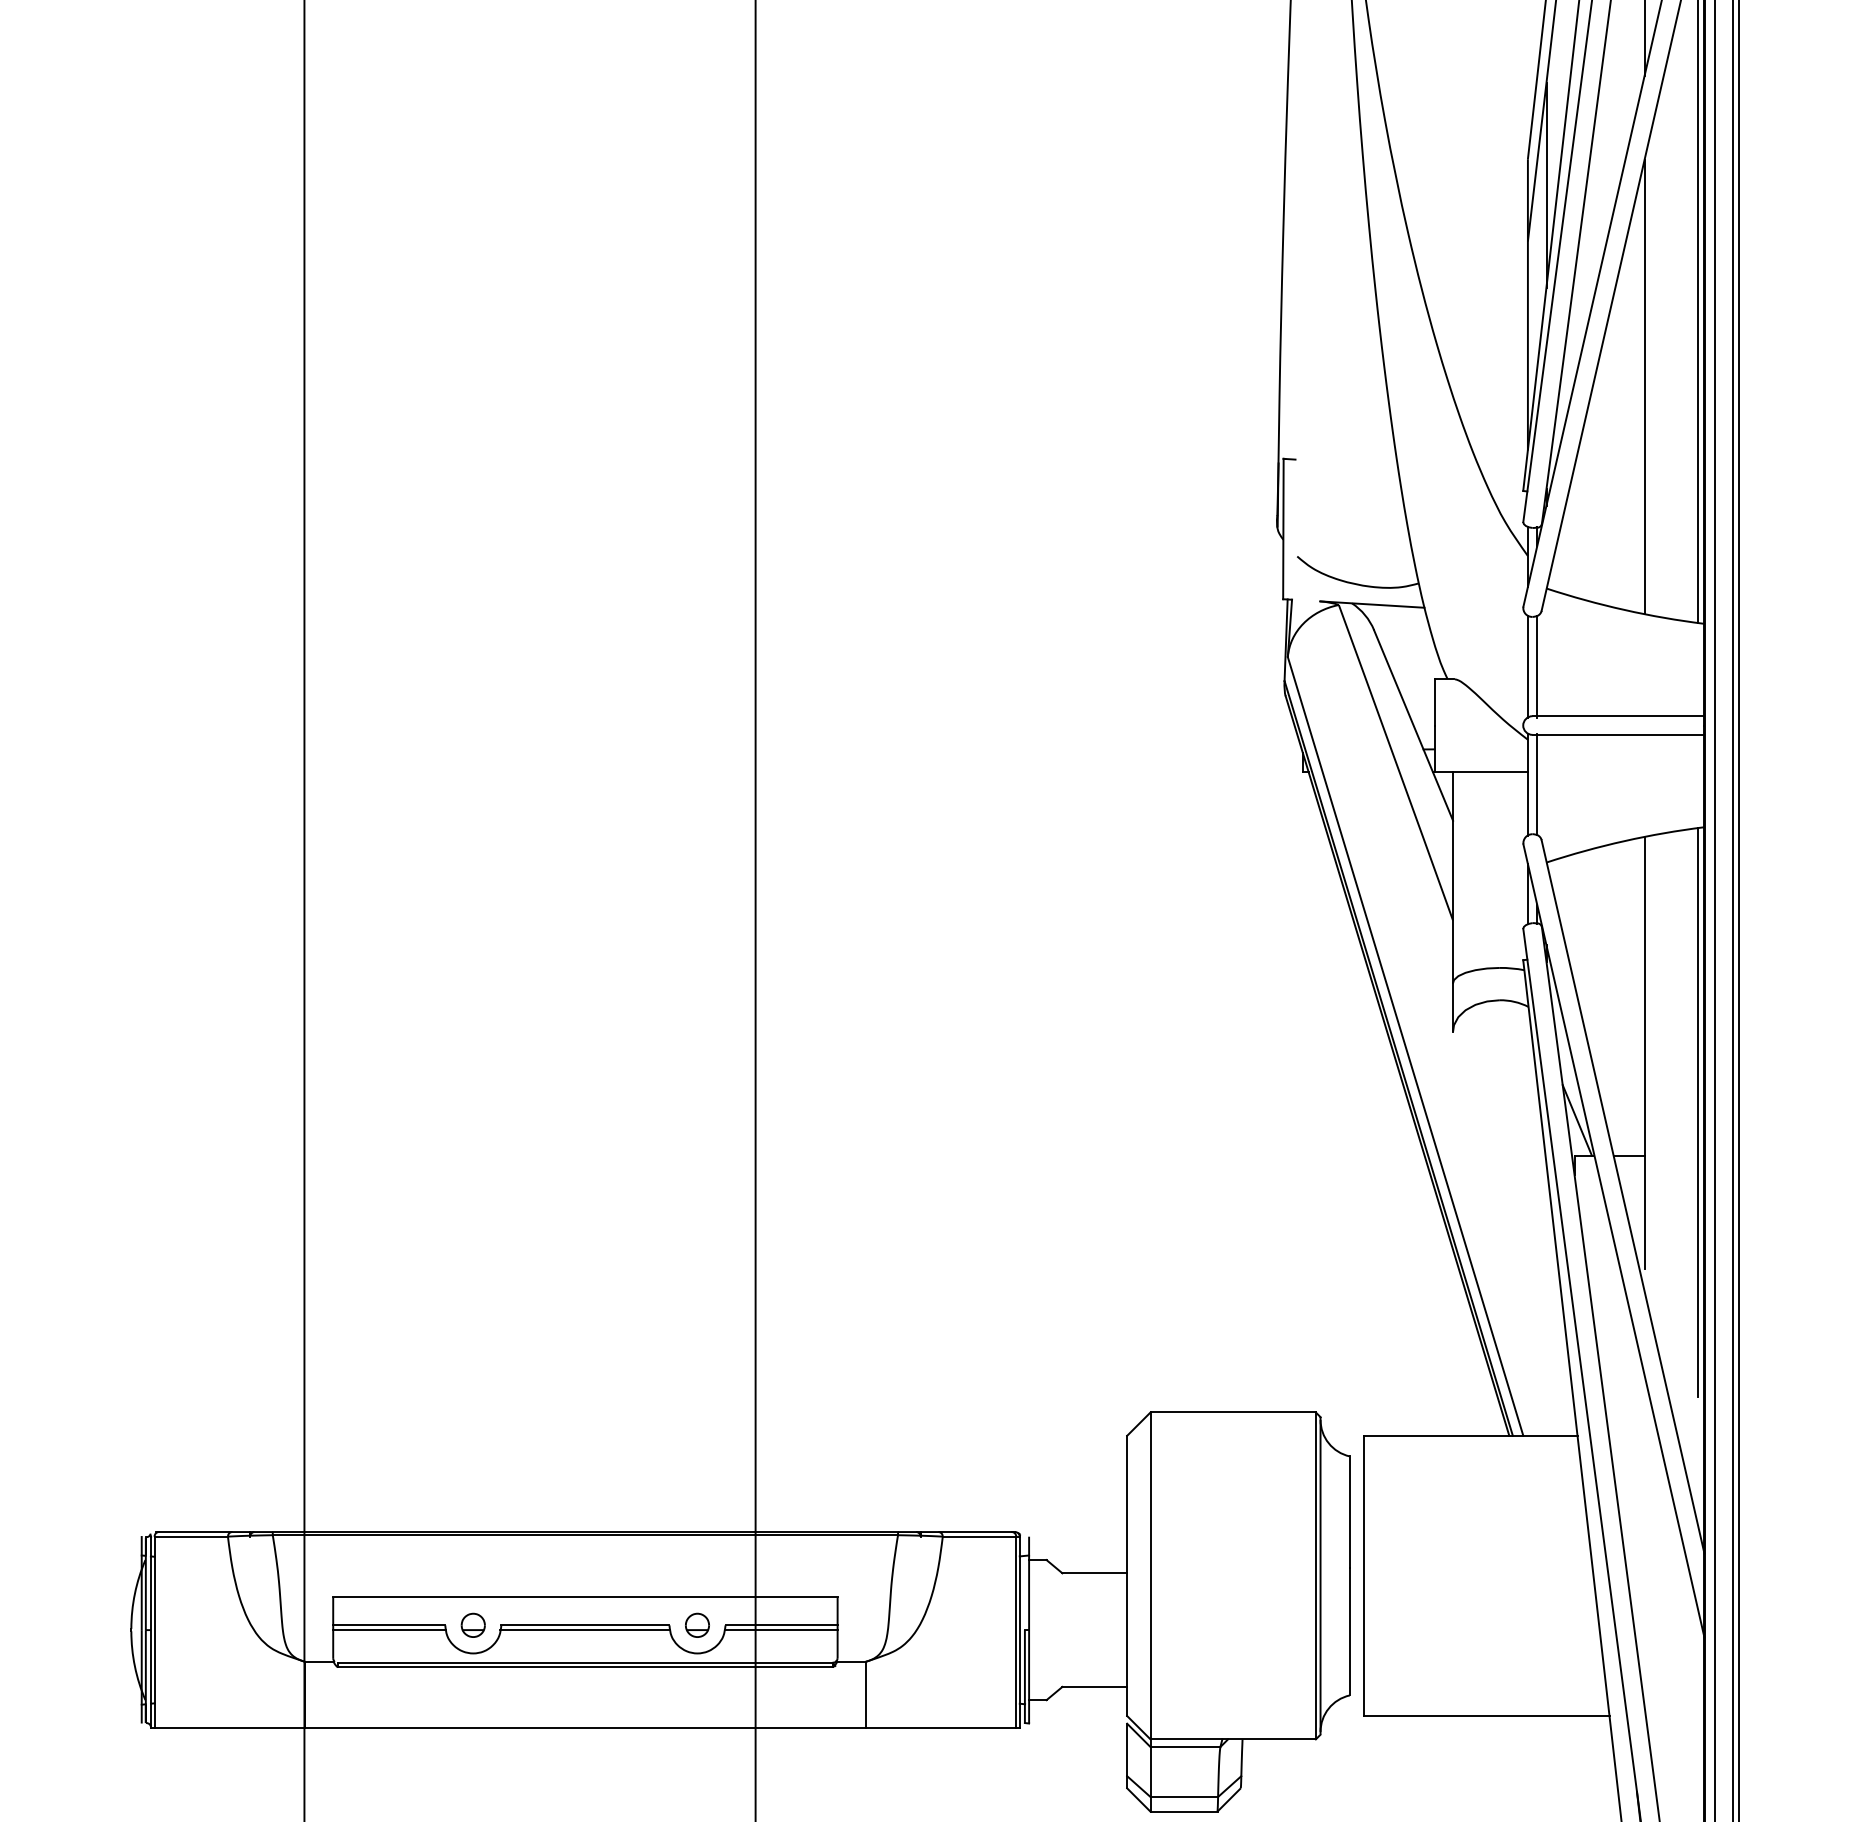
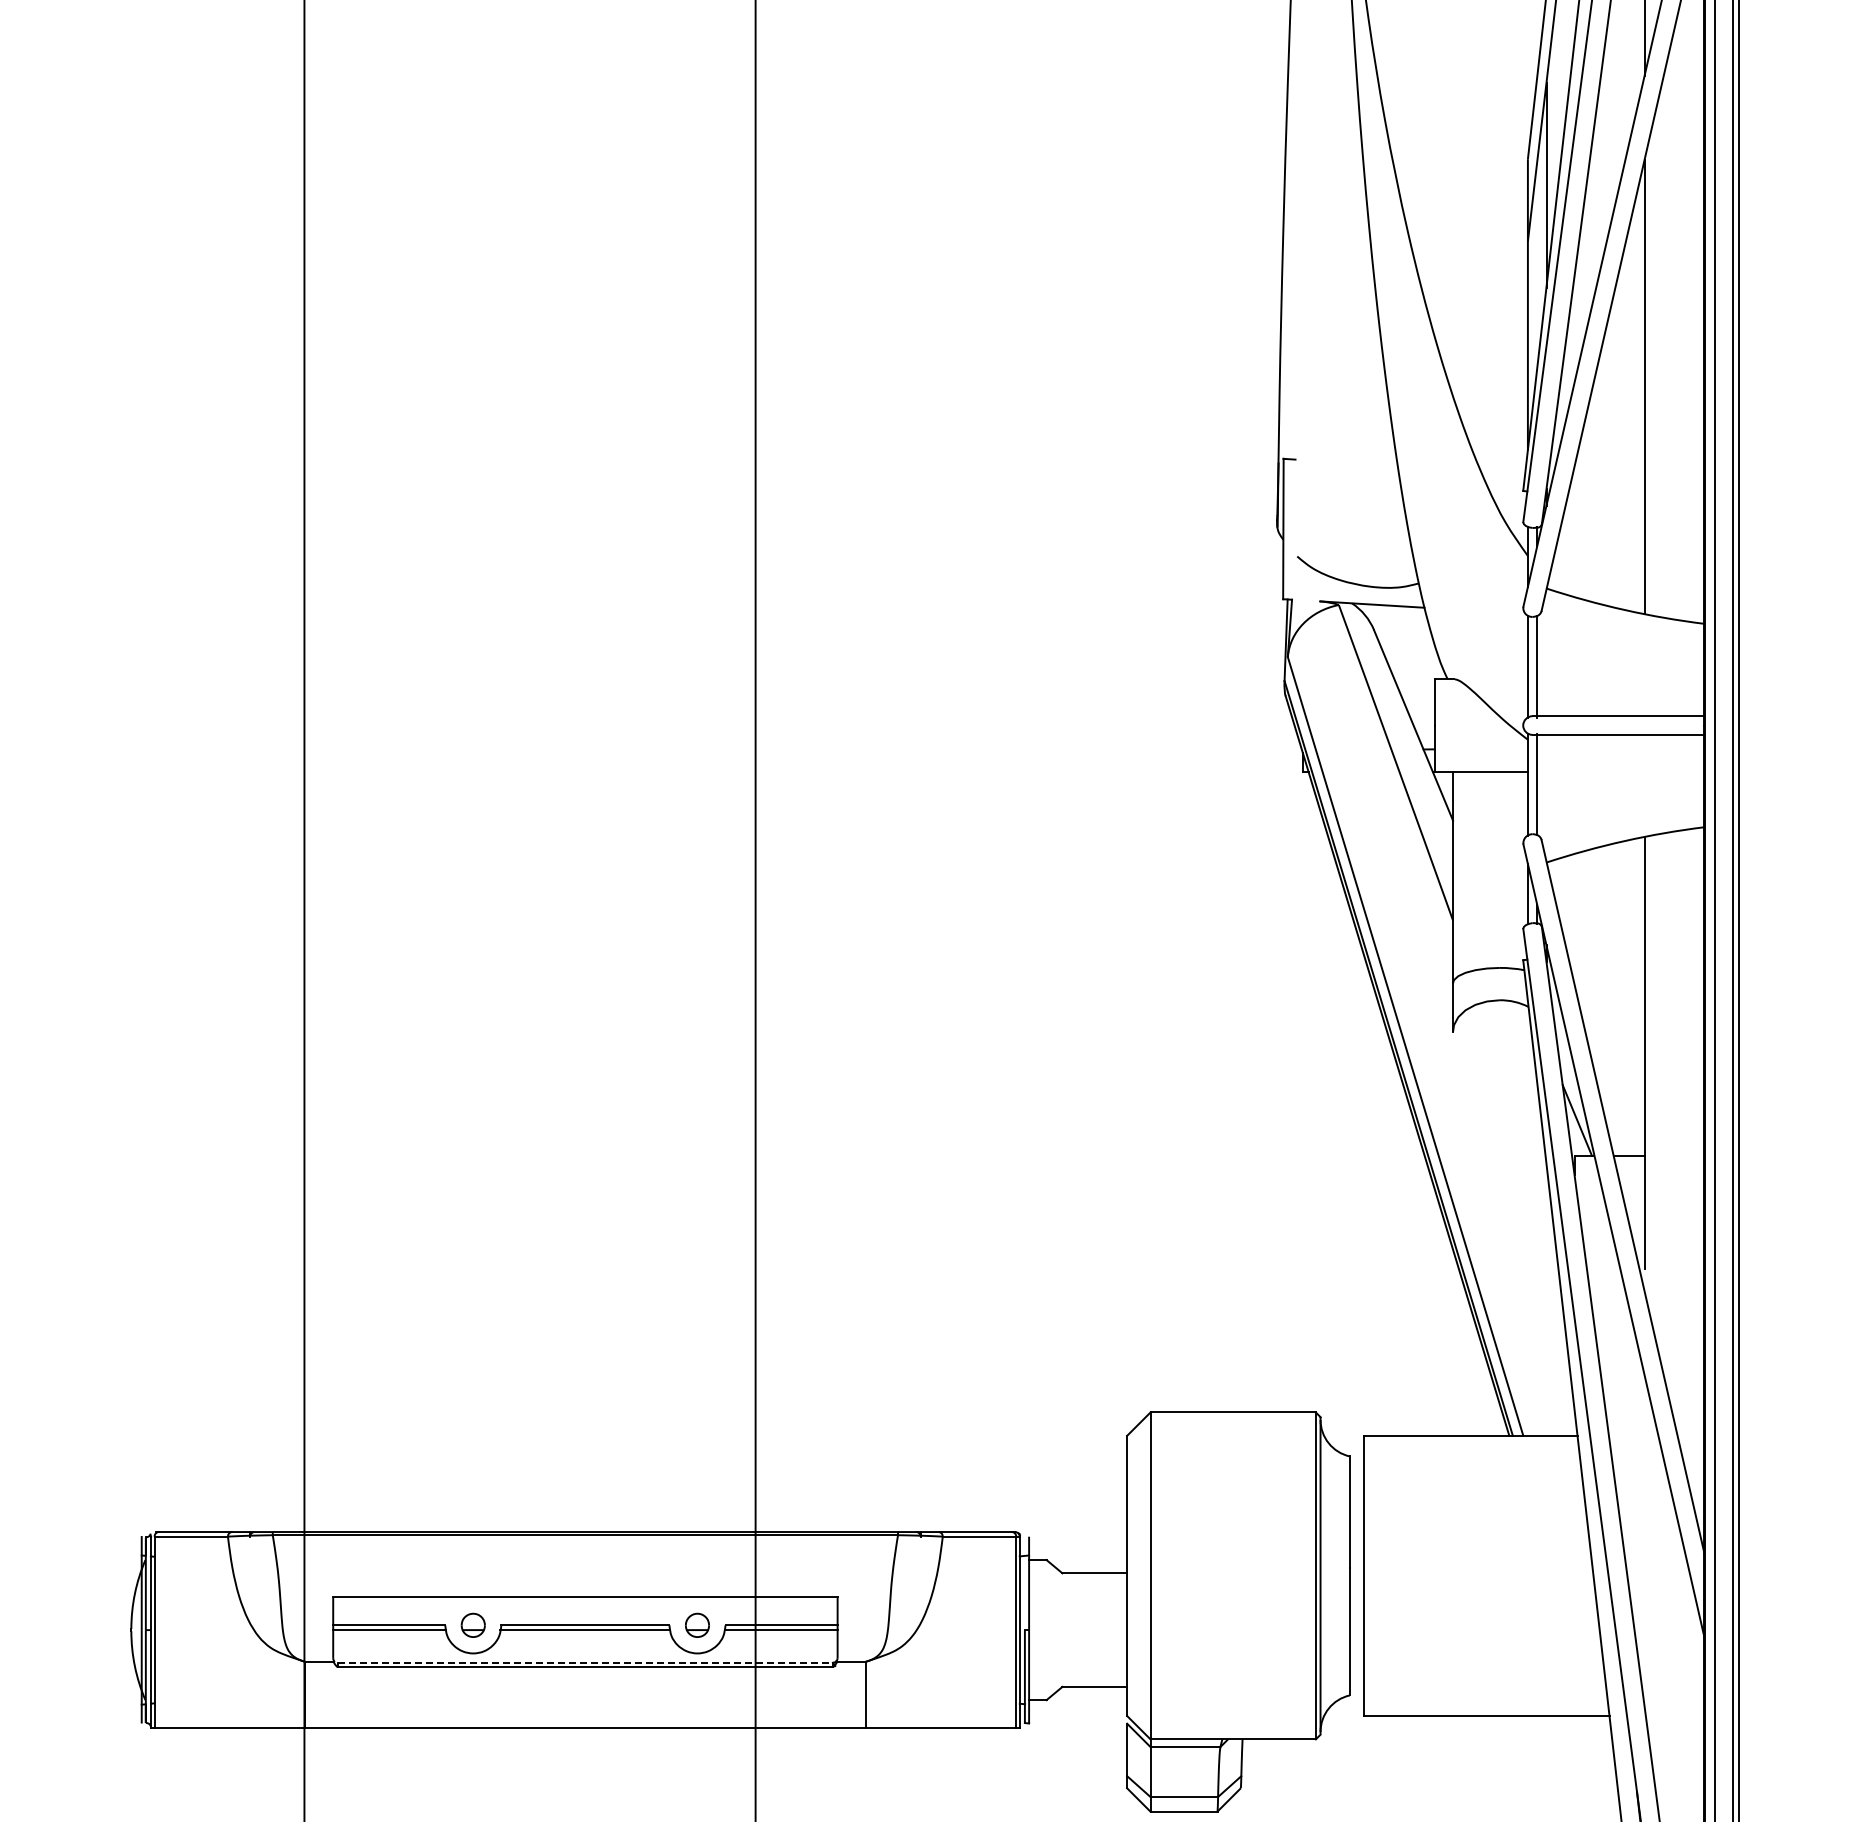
line at (1698, 312): present -> none
line at (1698, 1112): present -> none
line at (585, 1662): solid -> dashed
